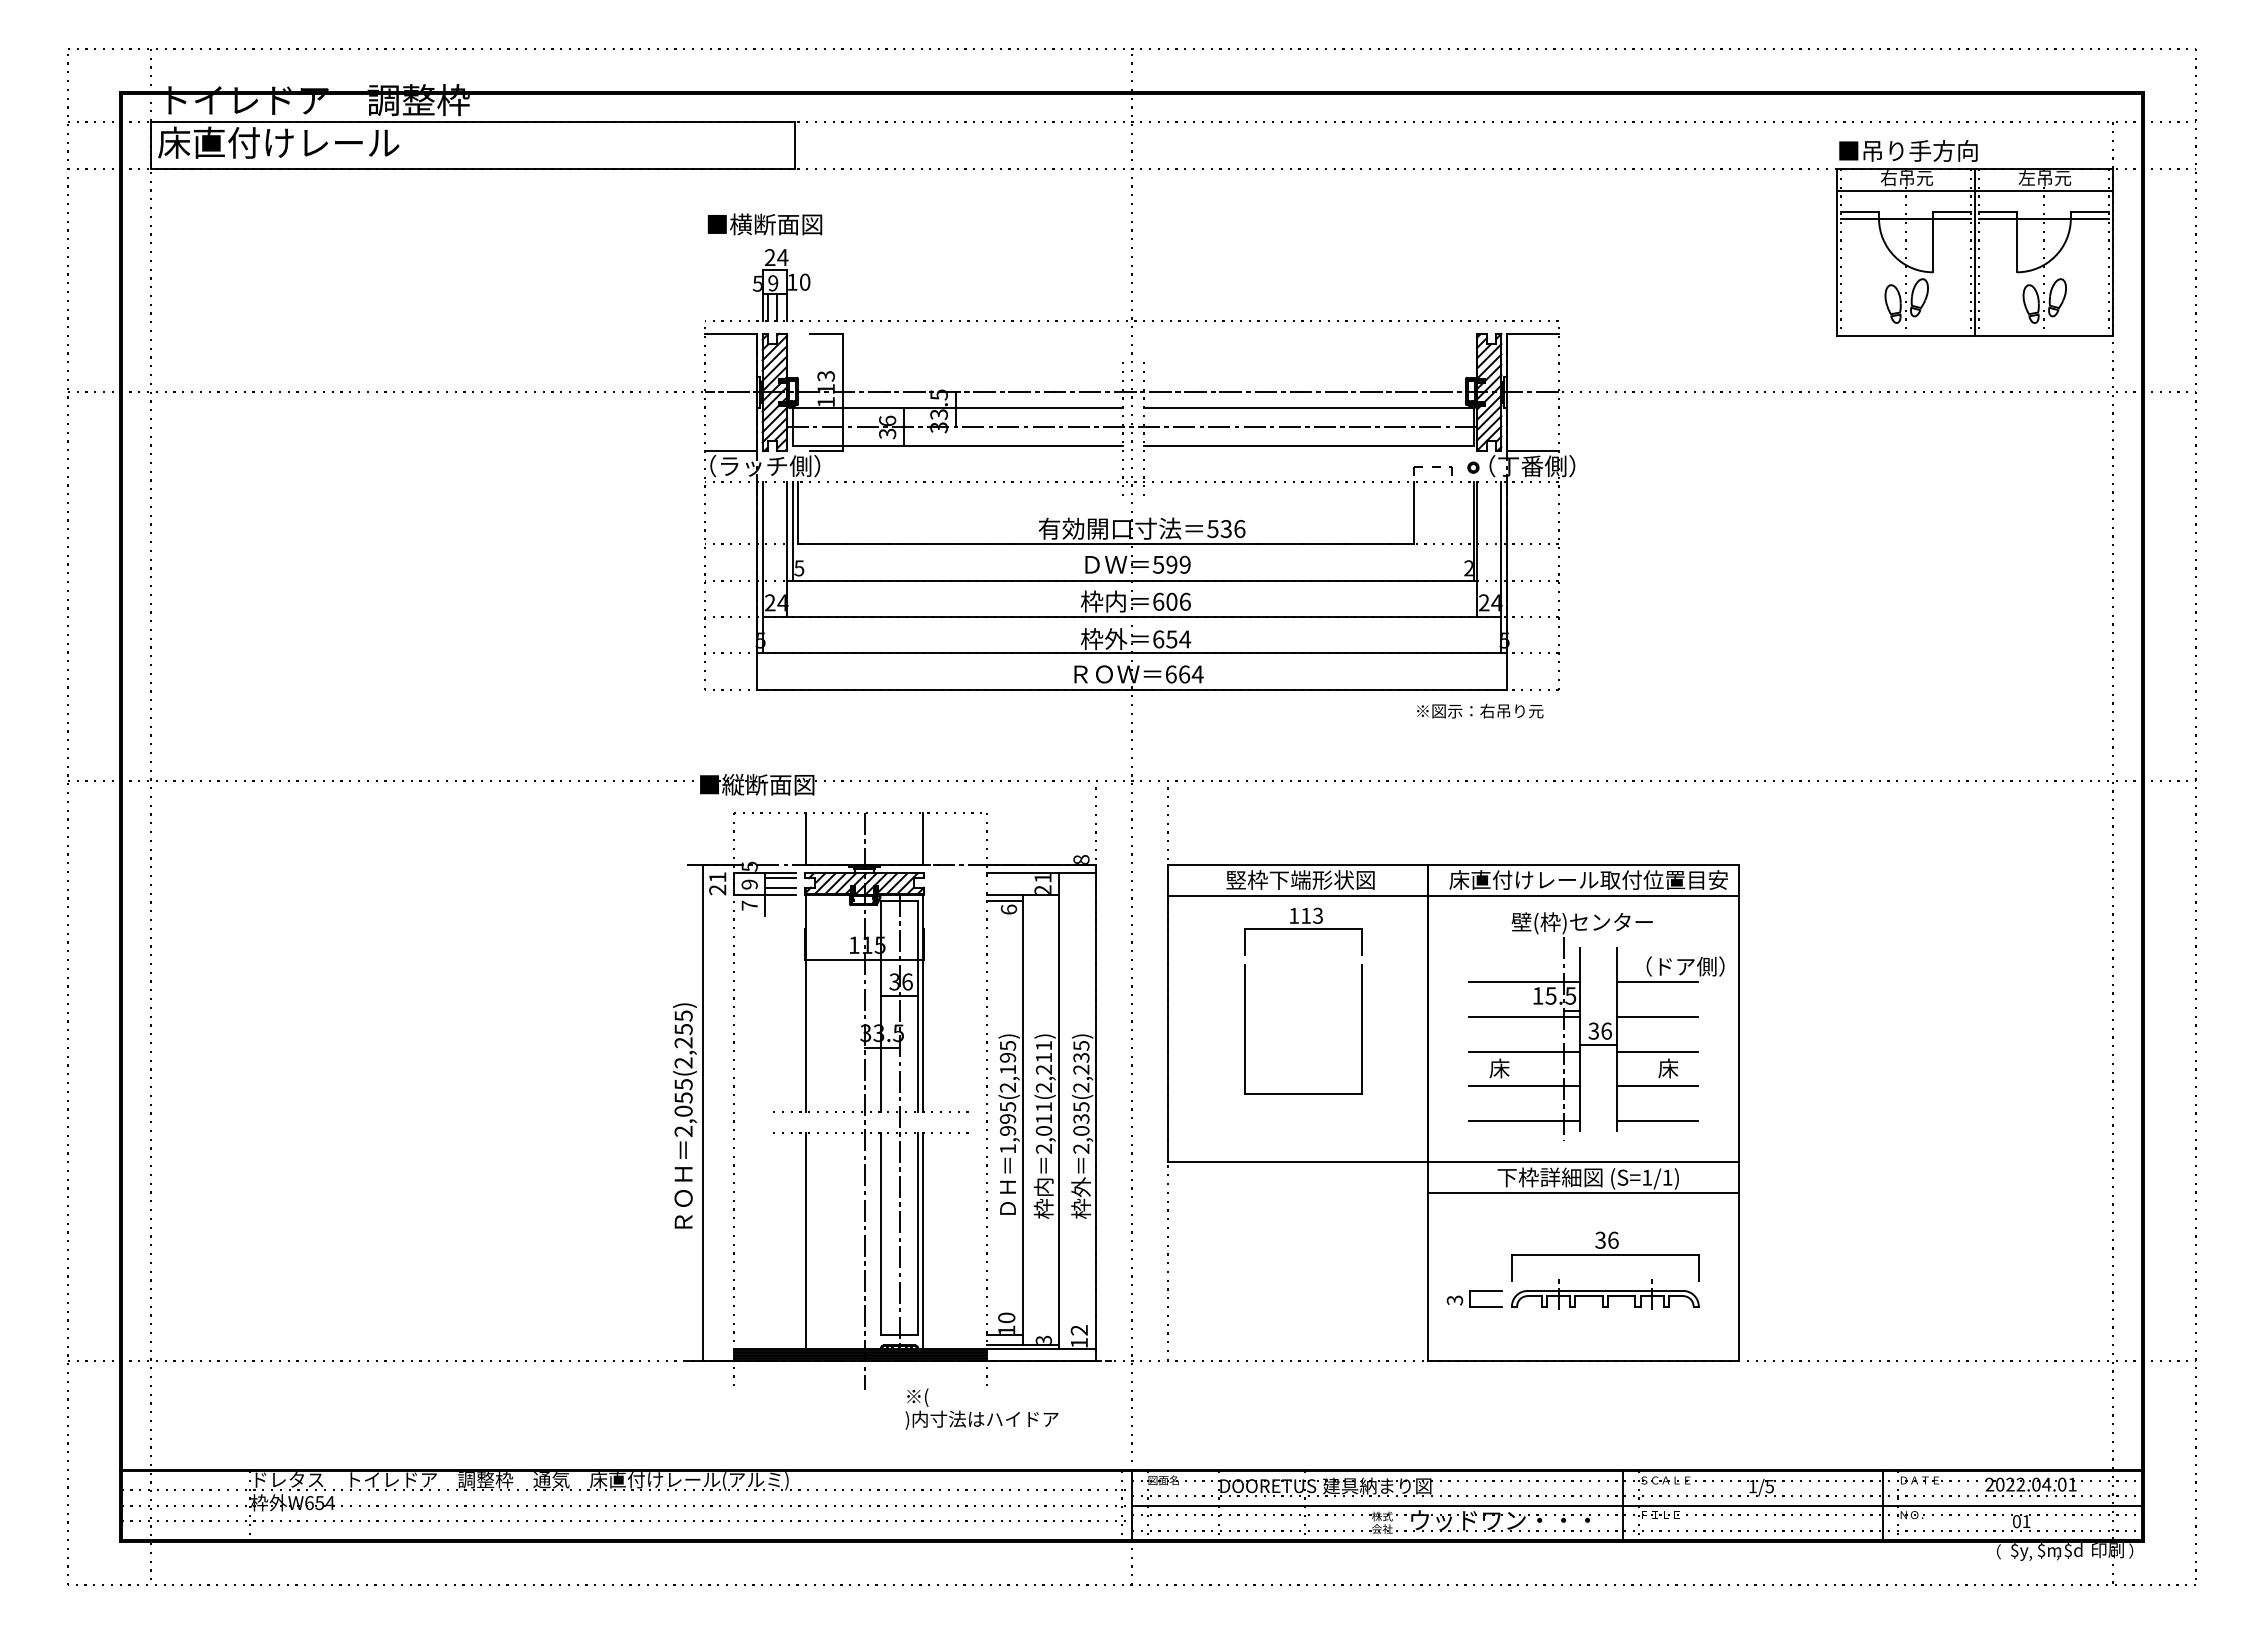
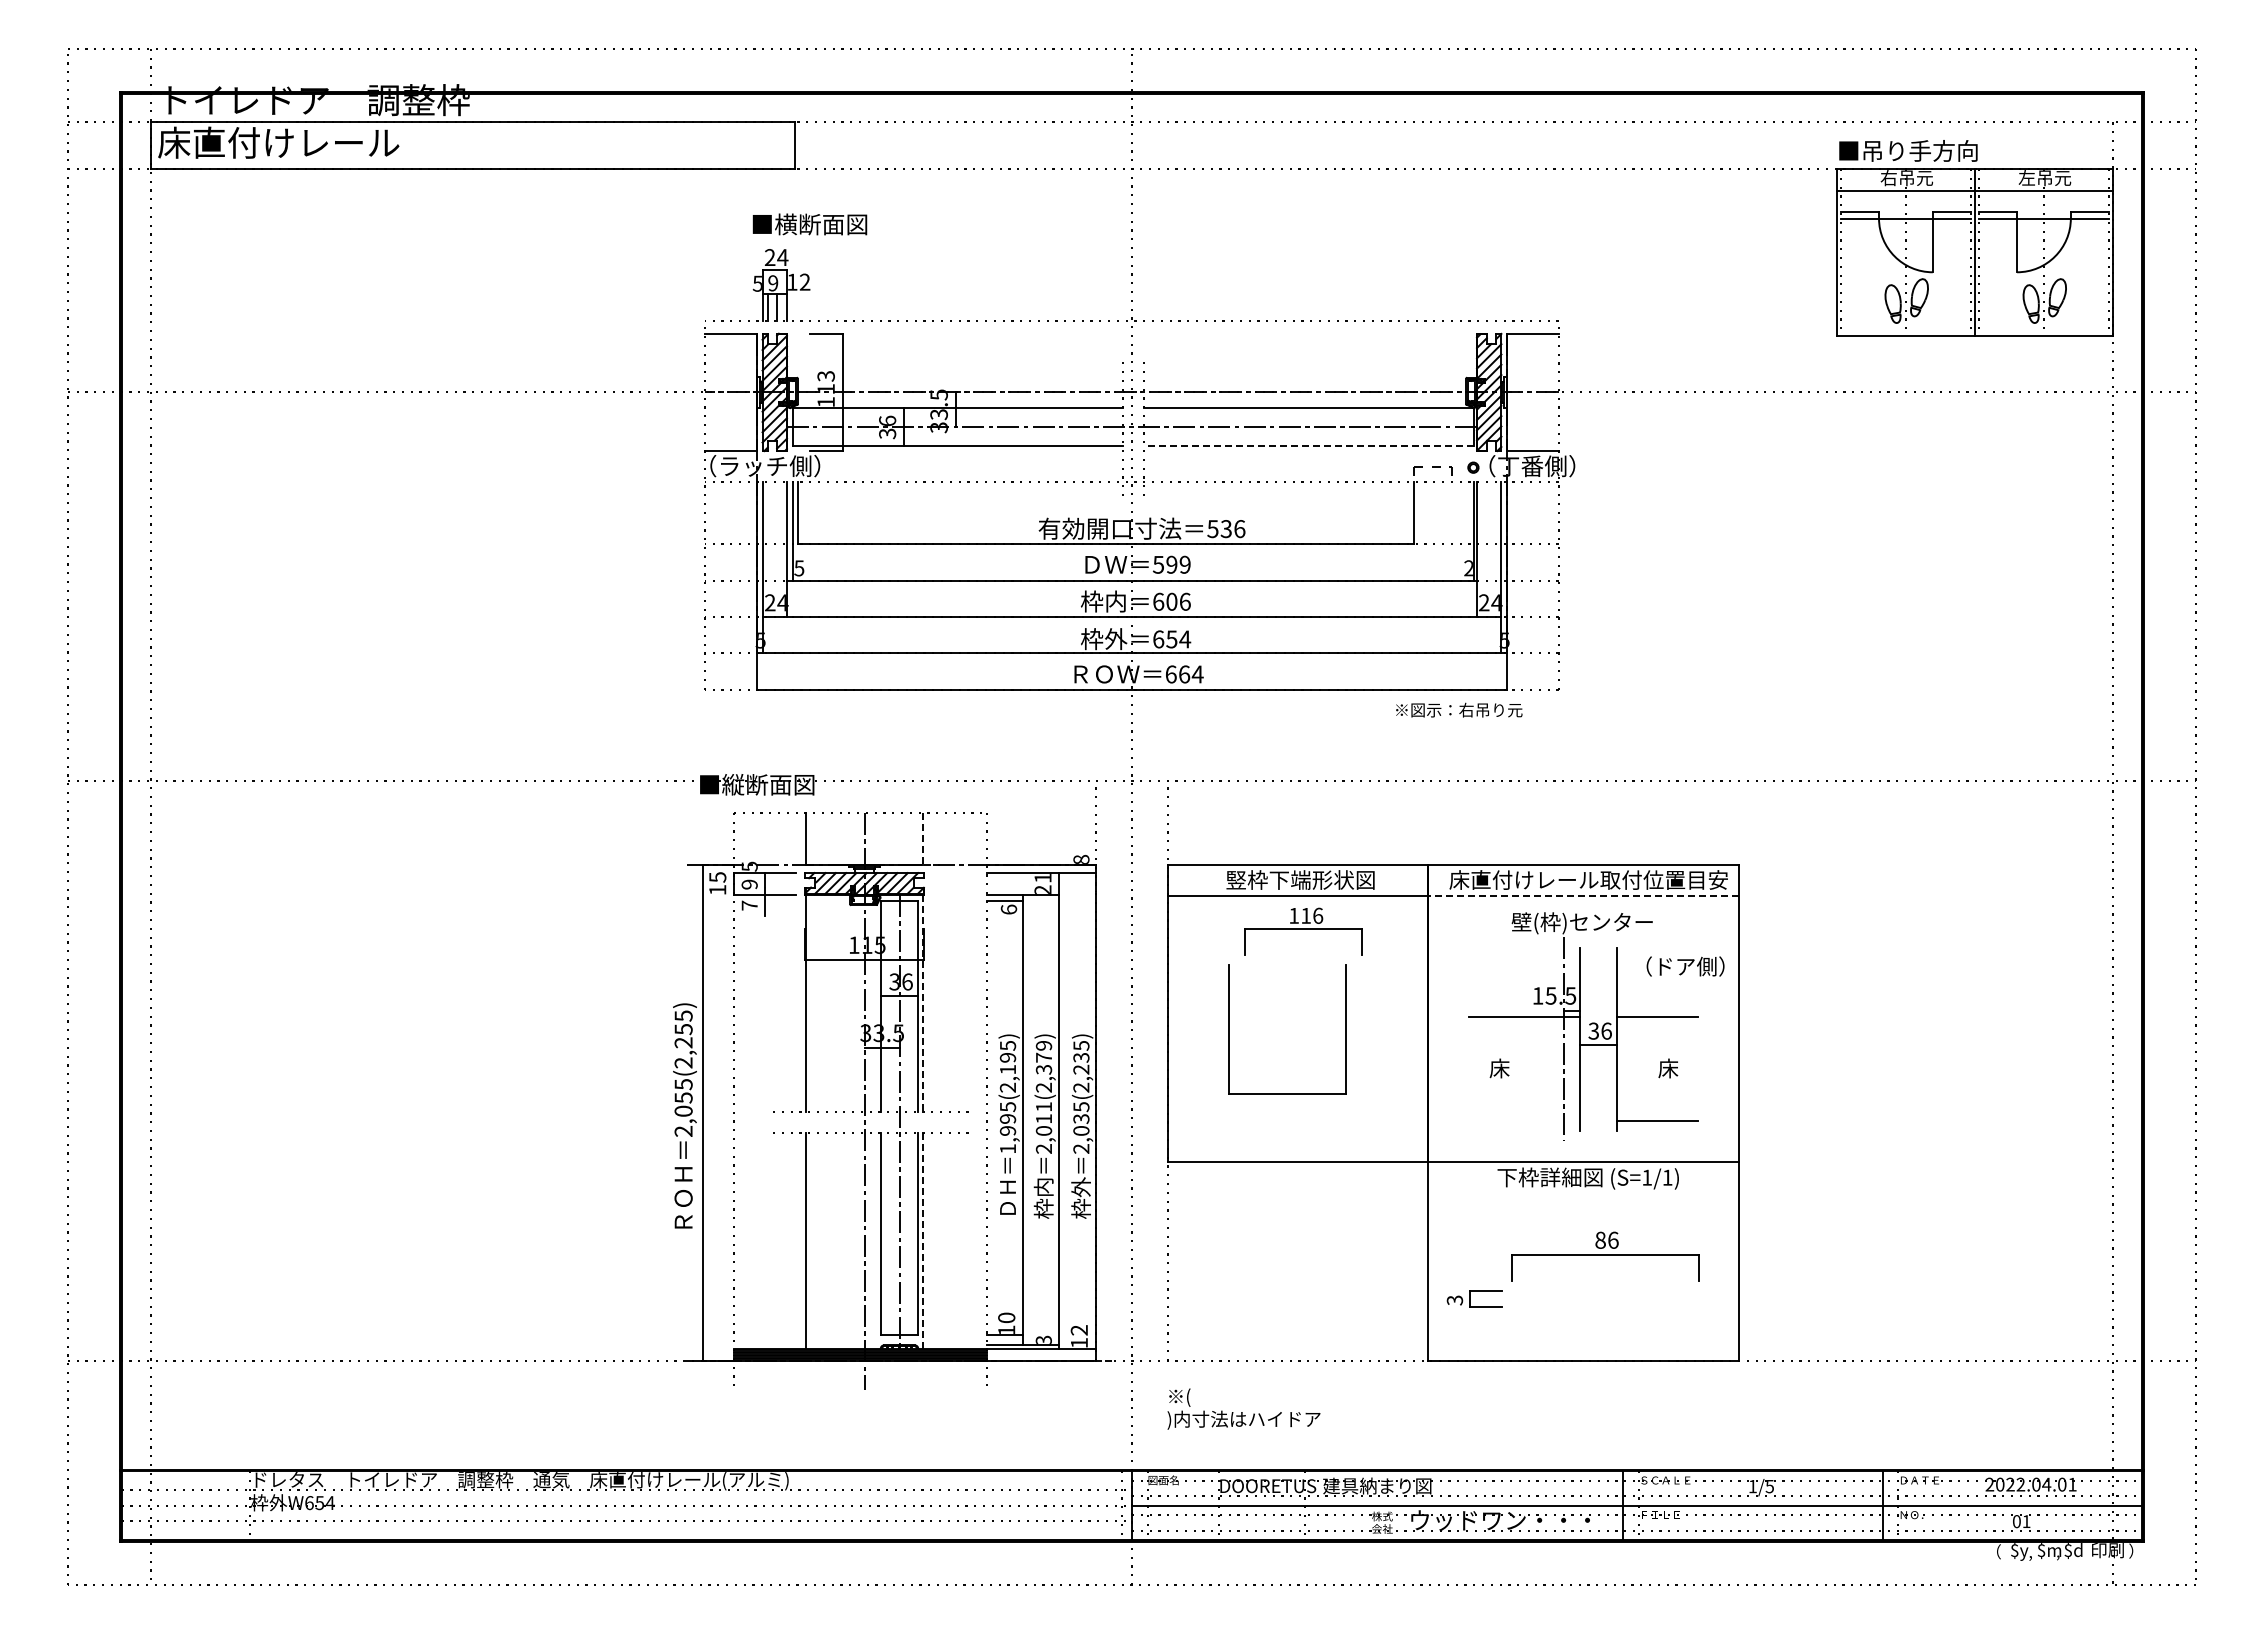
text at (764, 224) position: (764, 224) -> (809, 224)
text at (804, 281): 10 -> 12
line at (1308, 445): solid -> dashed
text at (1480, 710) position: (1480, 710) -> (1459, 709)
line at (923, 838): solid -> dashed
line at (780, 878): present -> none
text at (717, 883): 21 -> 15
line at (780, 887): present -> none
line at (1583, 895): solid -> dashed
text at (1318, 915): 113 -> 116
line at (1524, 982): present -> none
line at (1657, 982): present -> none
line at (923, 1003): solid -> dashed
part at (1245, 1029) position: (1245, 1029) -> (1229, 1029)
line at (1524, 1051): present -> none
line at (1657, 1051): present -> none
text at (1043, 1057): 2,011(2,211) -> 2,011(2,379)
line at (1524, 1086): present -> none
line at (1657, 1086): present -> none
line at (1524, 1120): present -> none
line at (1583, 1193): present -> none
text at (1600, 1239): 36 -> 86
line at (923, 1240): solid -> dashed
part at (1605, 1294): present -> none
text at (981, 1408) position: (981, 1408) -> (1243, 1408)
